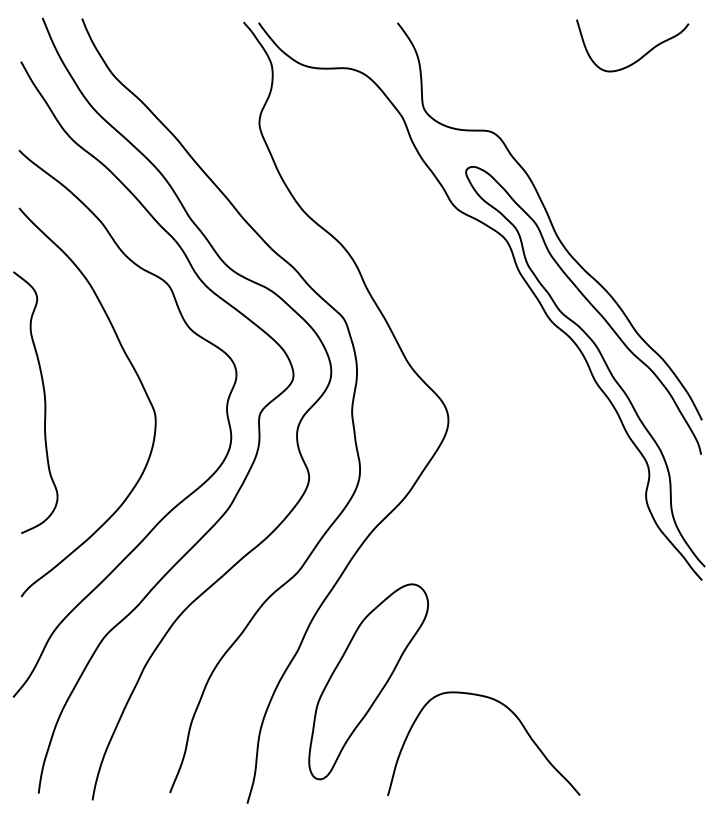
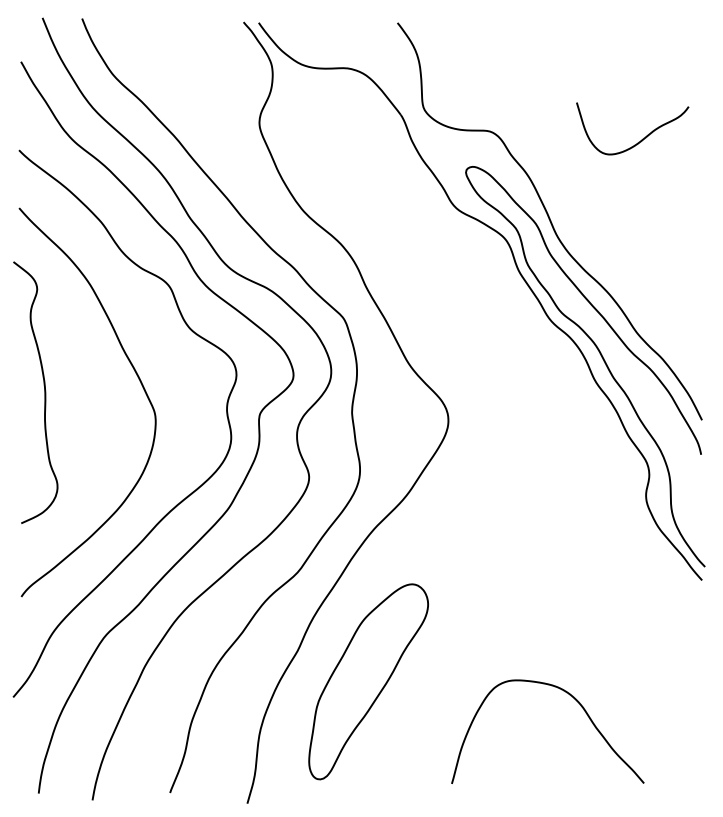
curve at (642, 55) position: (642, 55) -> (642, 138)
curve at (44, 402) position: (44, 402) -> (44, 392)
curve at (516, 718) position: (516, 718) -> (580, 706)
